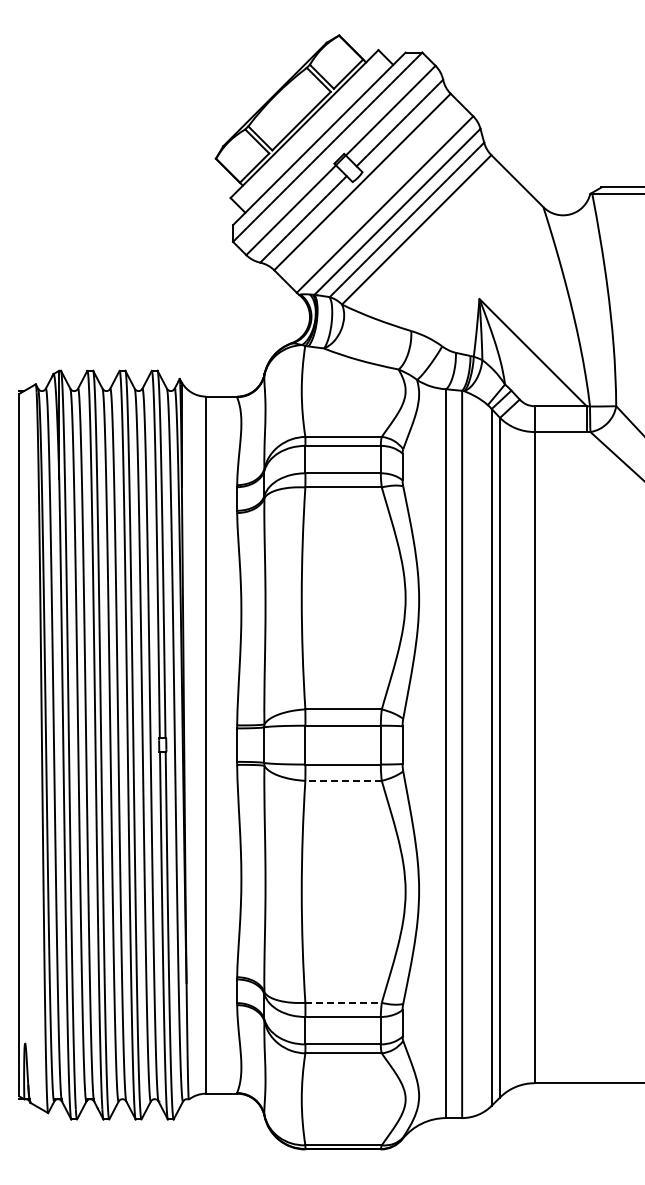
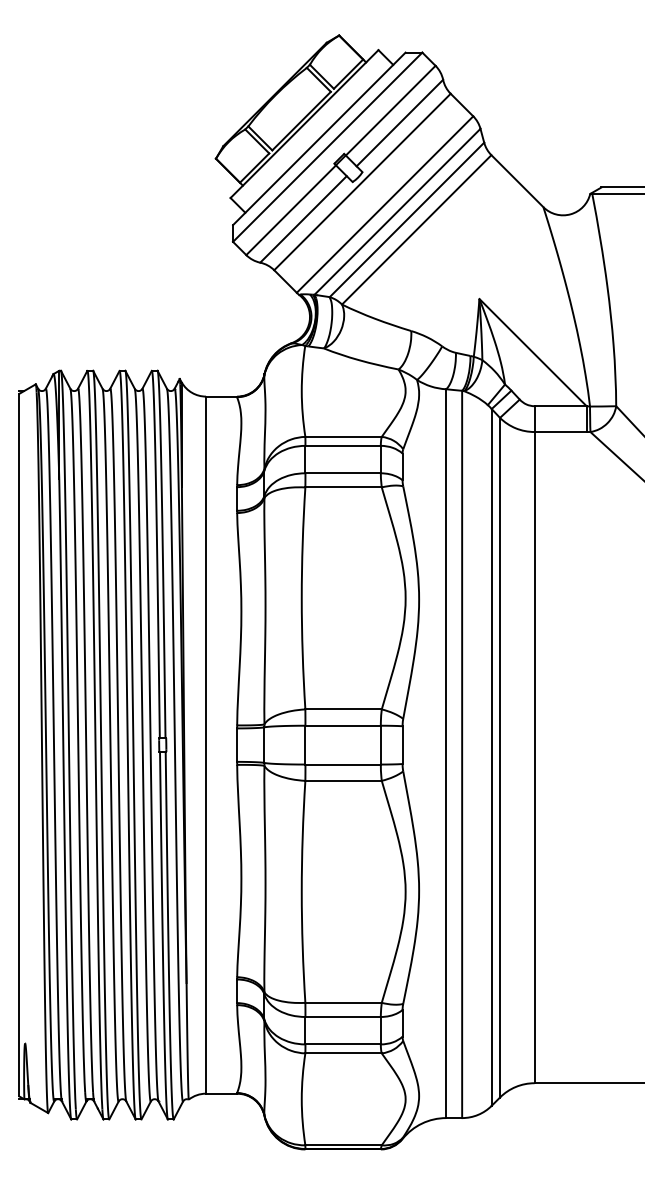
line at (343, 780): dashed -> solid
line at (344, 1002): dashed -> solid
